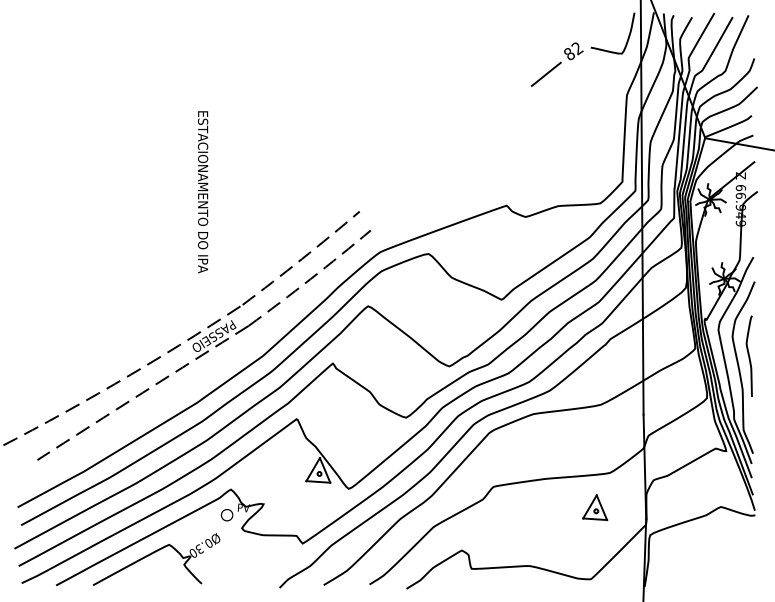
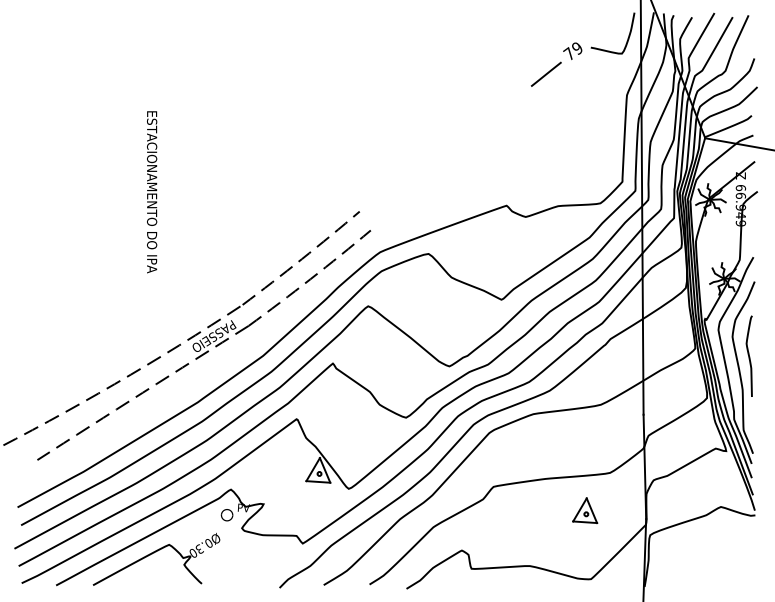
text at (573, 51): 82 -> 79
text at (203, 192) position: (203, 192) -> (152, 192)
part at (595, 507) position: (595, 507) -> (585, 510)
